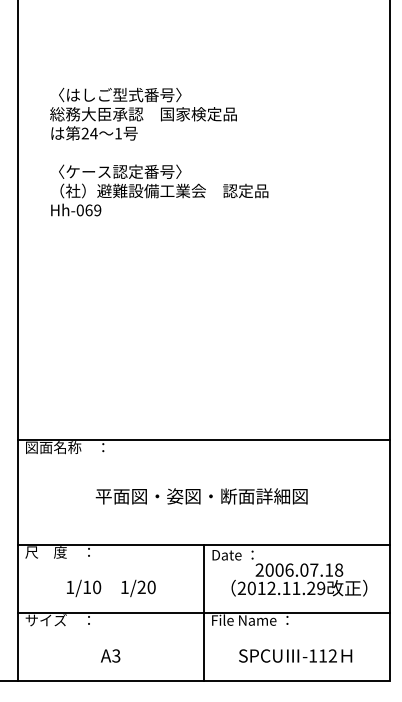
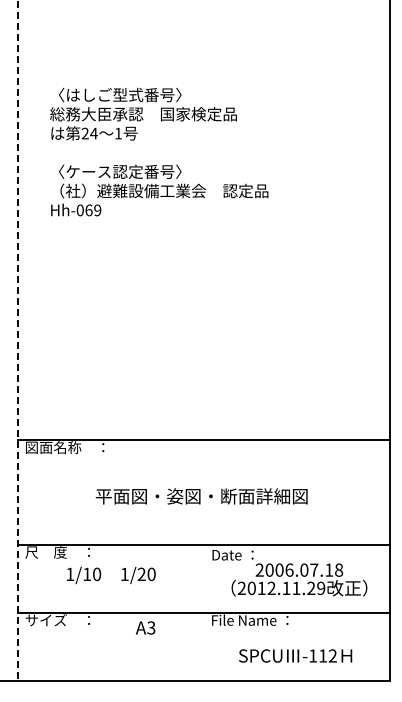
line at (18, 341): solid -> dashed
text at (111, 588) position: (111, 588) -> (111, 575)
line at (203, 612): present -> none
text at (110, 655) position: (110, 655) -> (145, 627)
